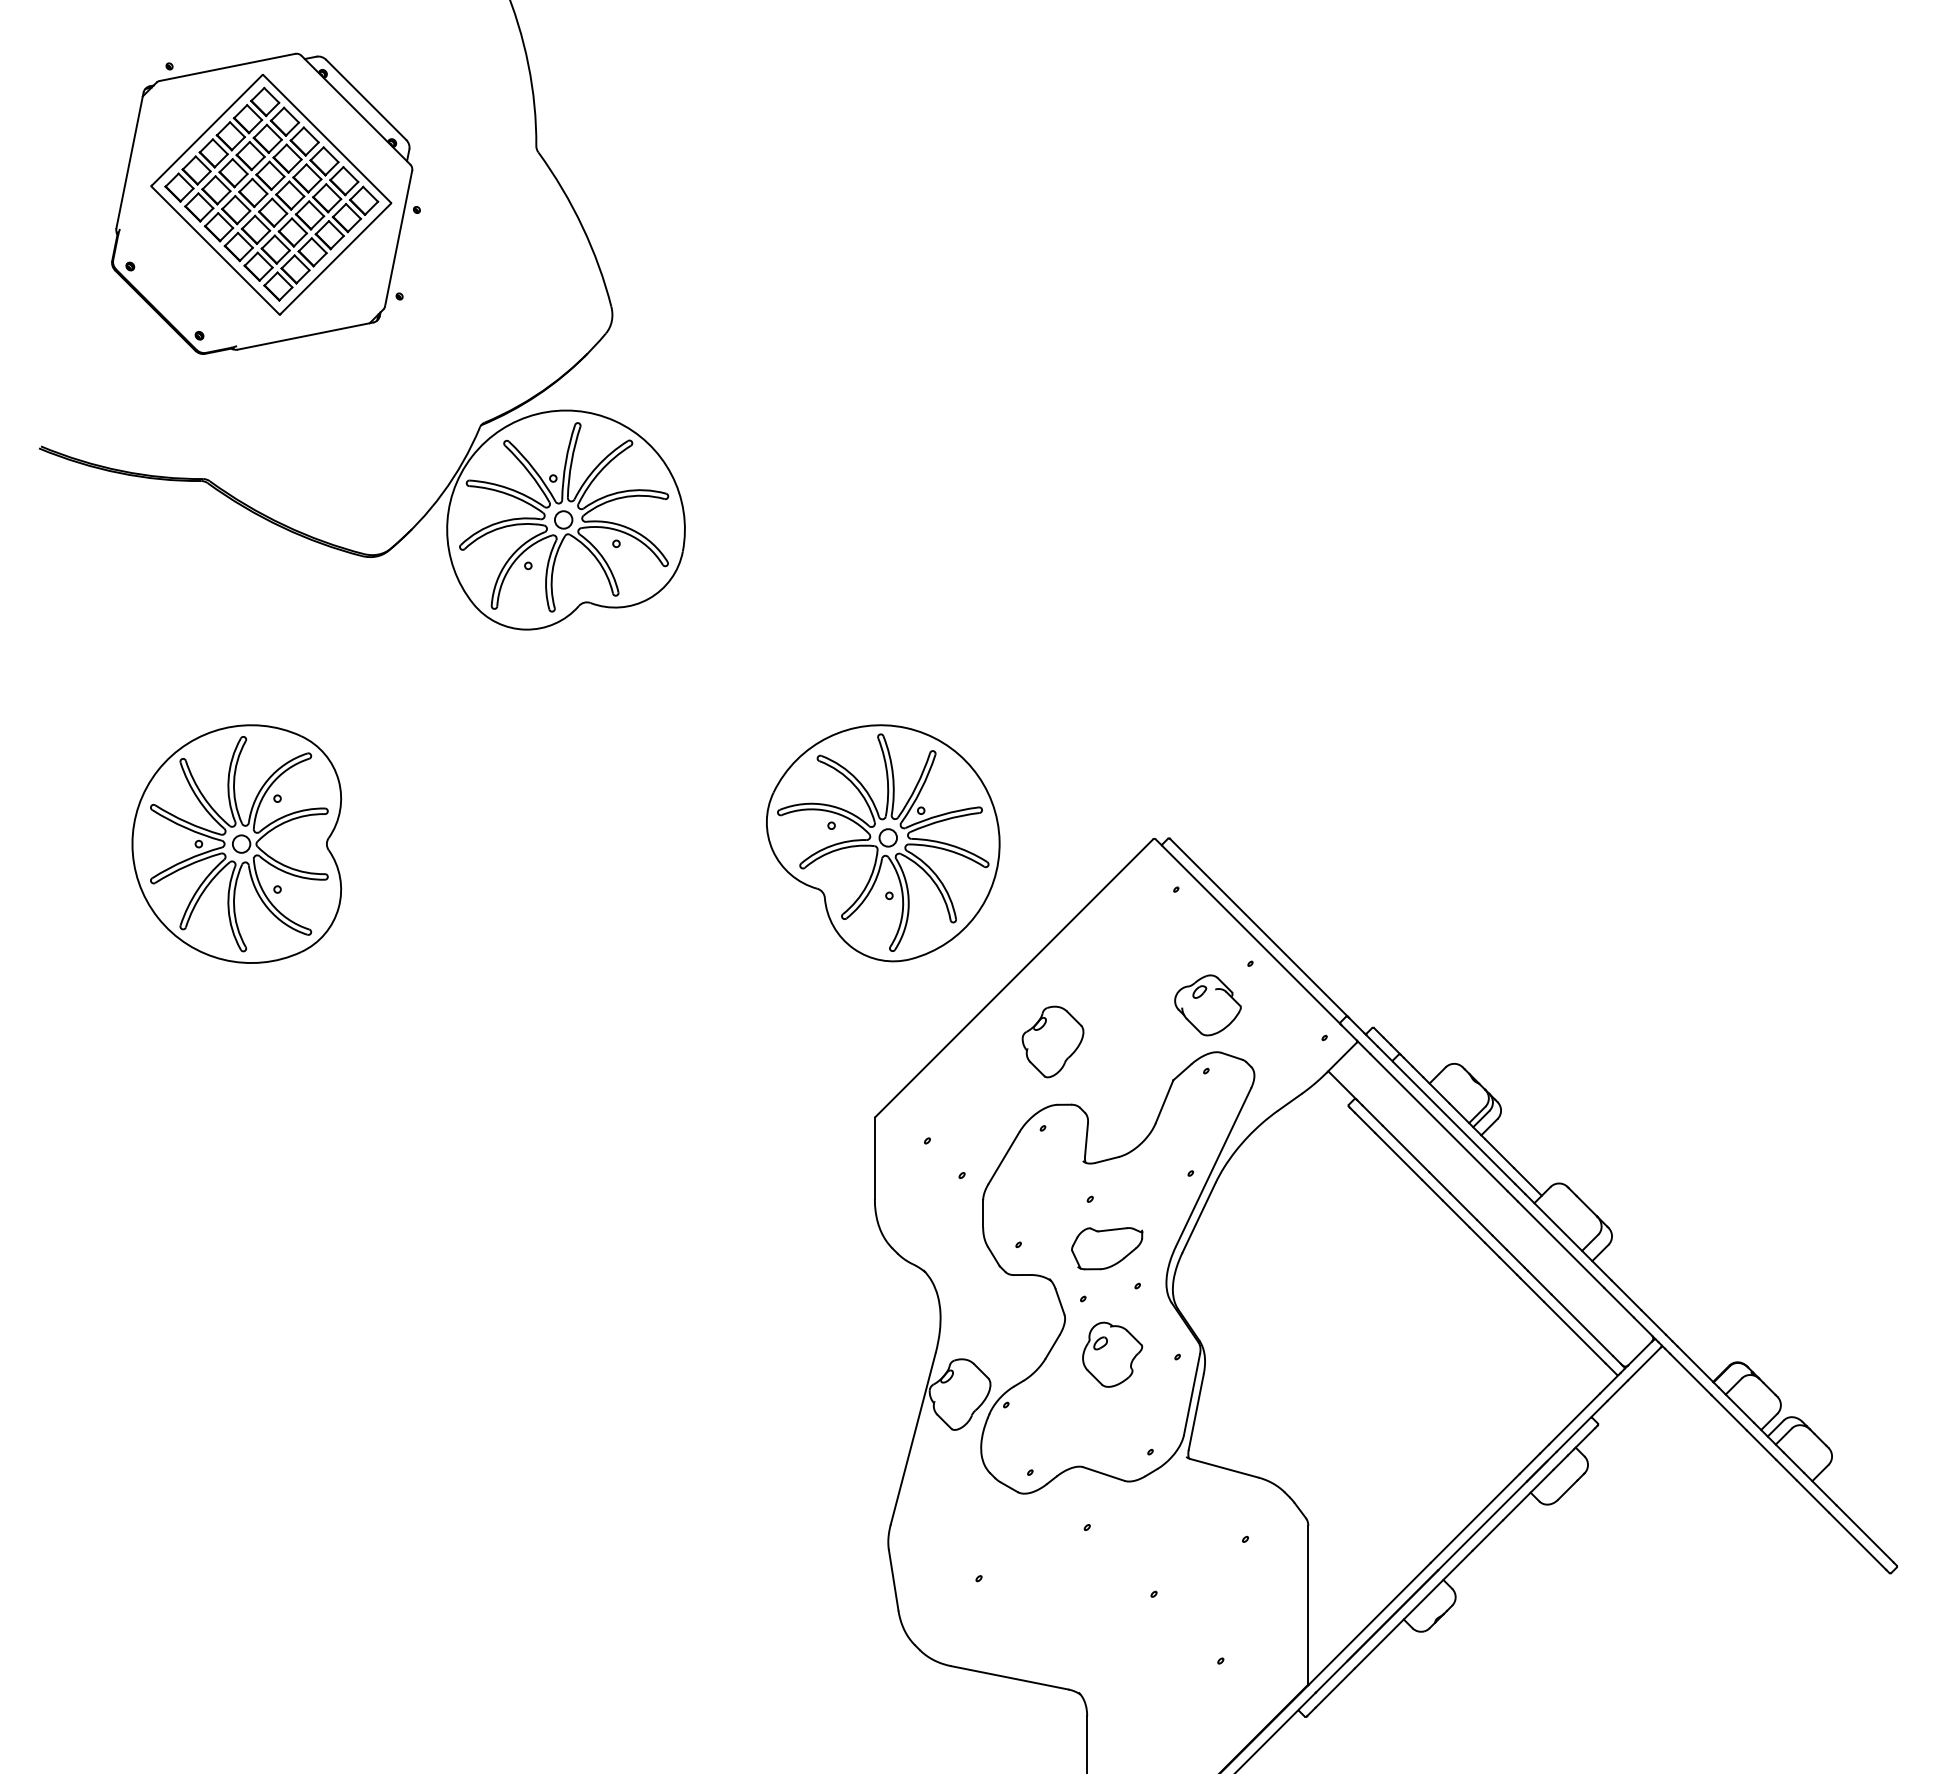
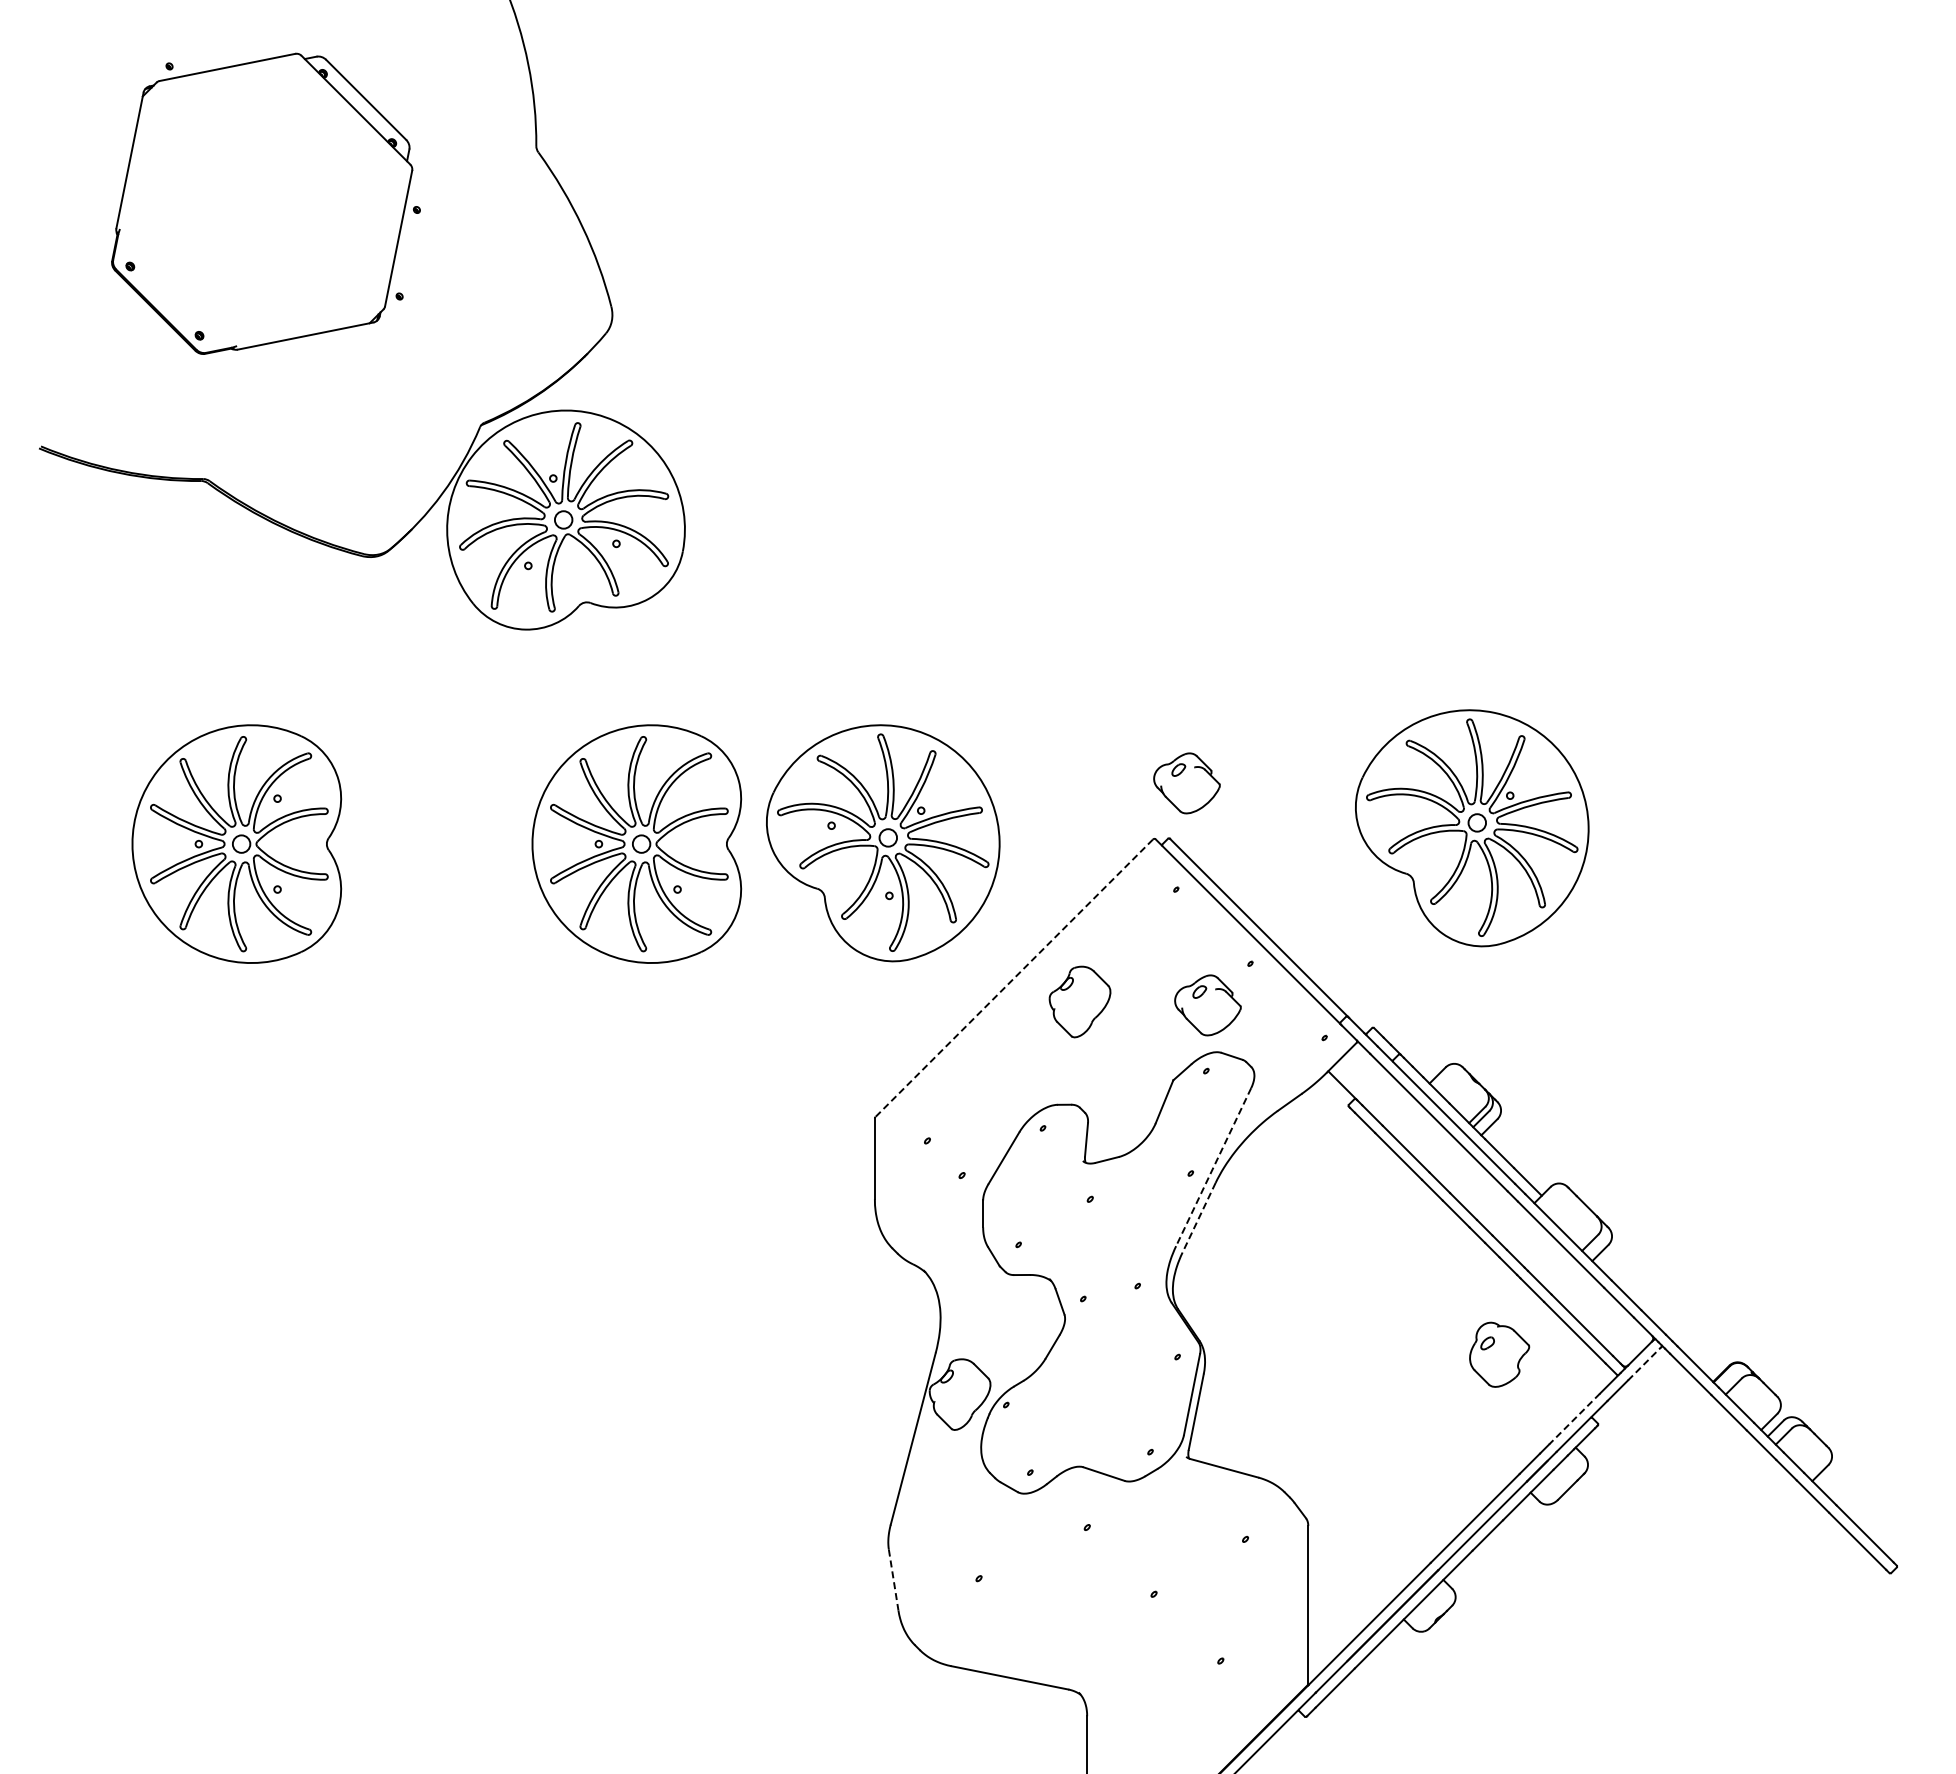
part at (271, 194): present -> none
part at (1186, 783): none -> present
part at (1472, 828): none -> present
part at (636, 843): none -> present
line at (1013, 978): solid -> dashed
part at (1052, 1041) position: (1052, 1041) -> (1079, 1001)
line at (1213, 1167): solid -> dashed
line at (1199, 1217): solid -> dashed
part at (1107, 1248): present -> none
part at (1112, 1354) position: (1112, 1354) -> (1499, 1354)
line at (1644, 1363): solid -> dashed
line at (1574, 1419): solid -> dashed
line at (893, 1580): solid -> dashed
